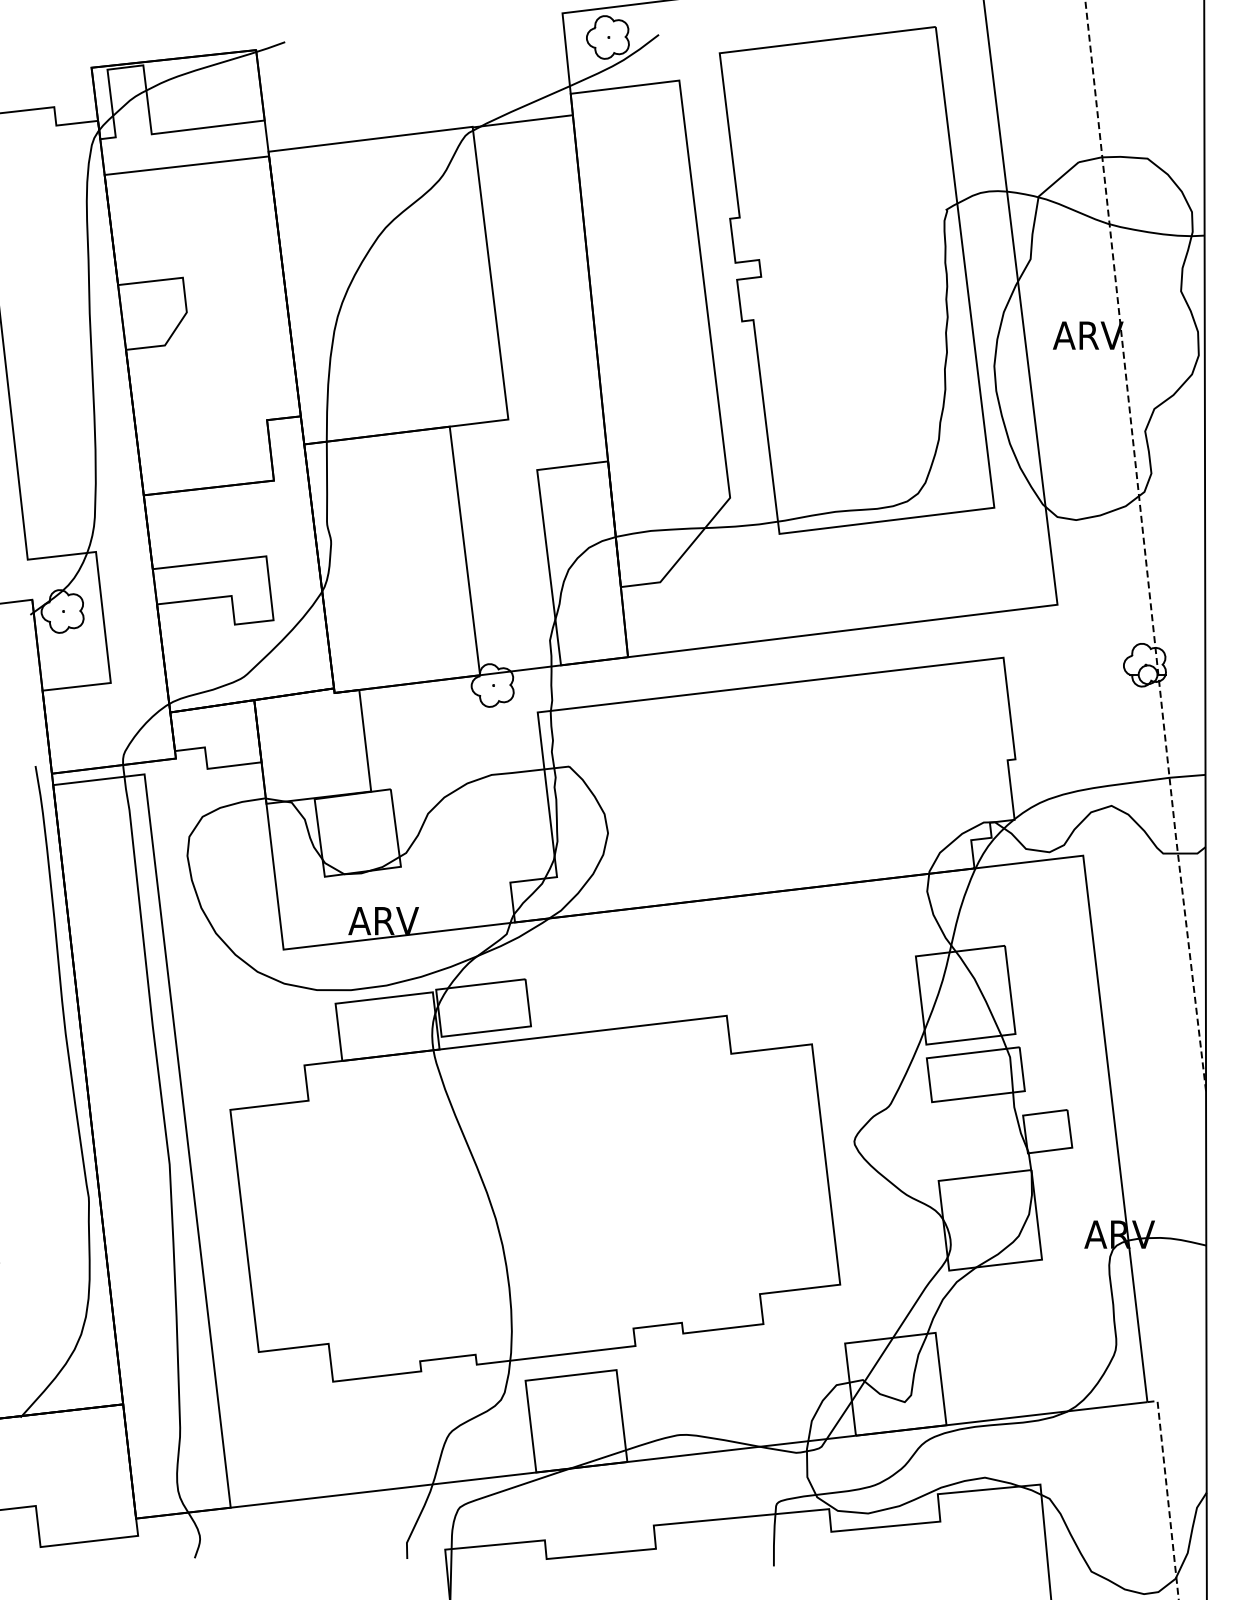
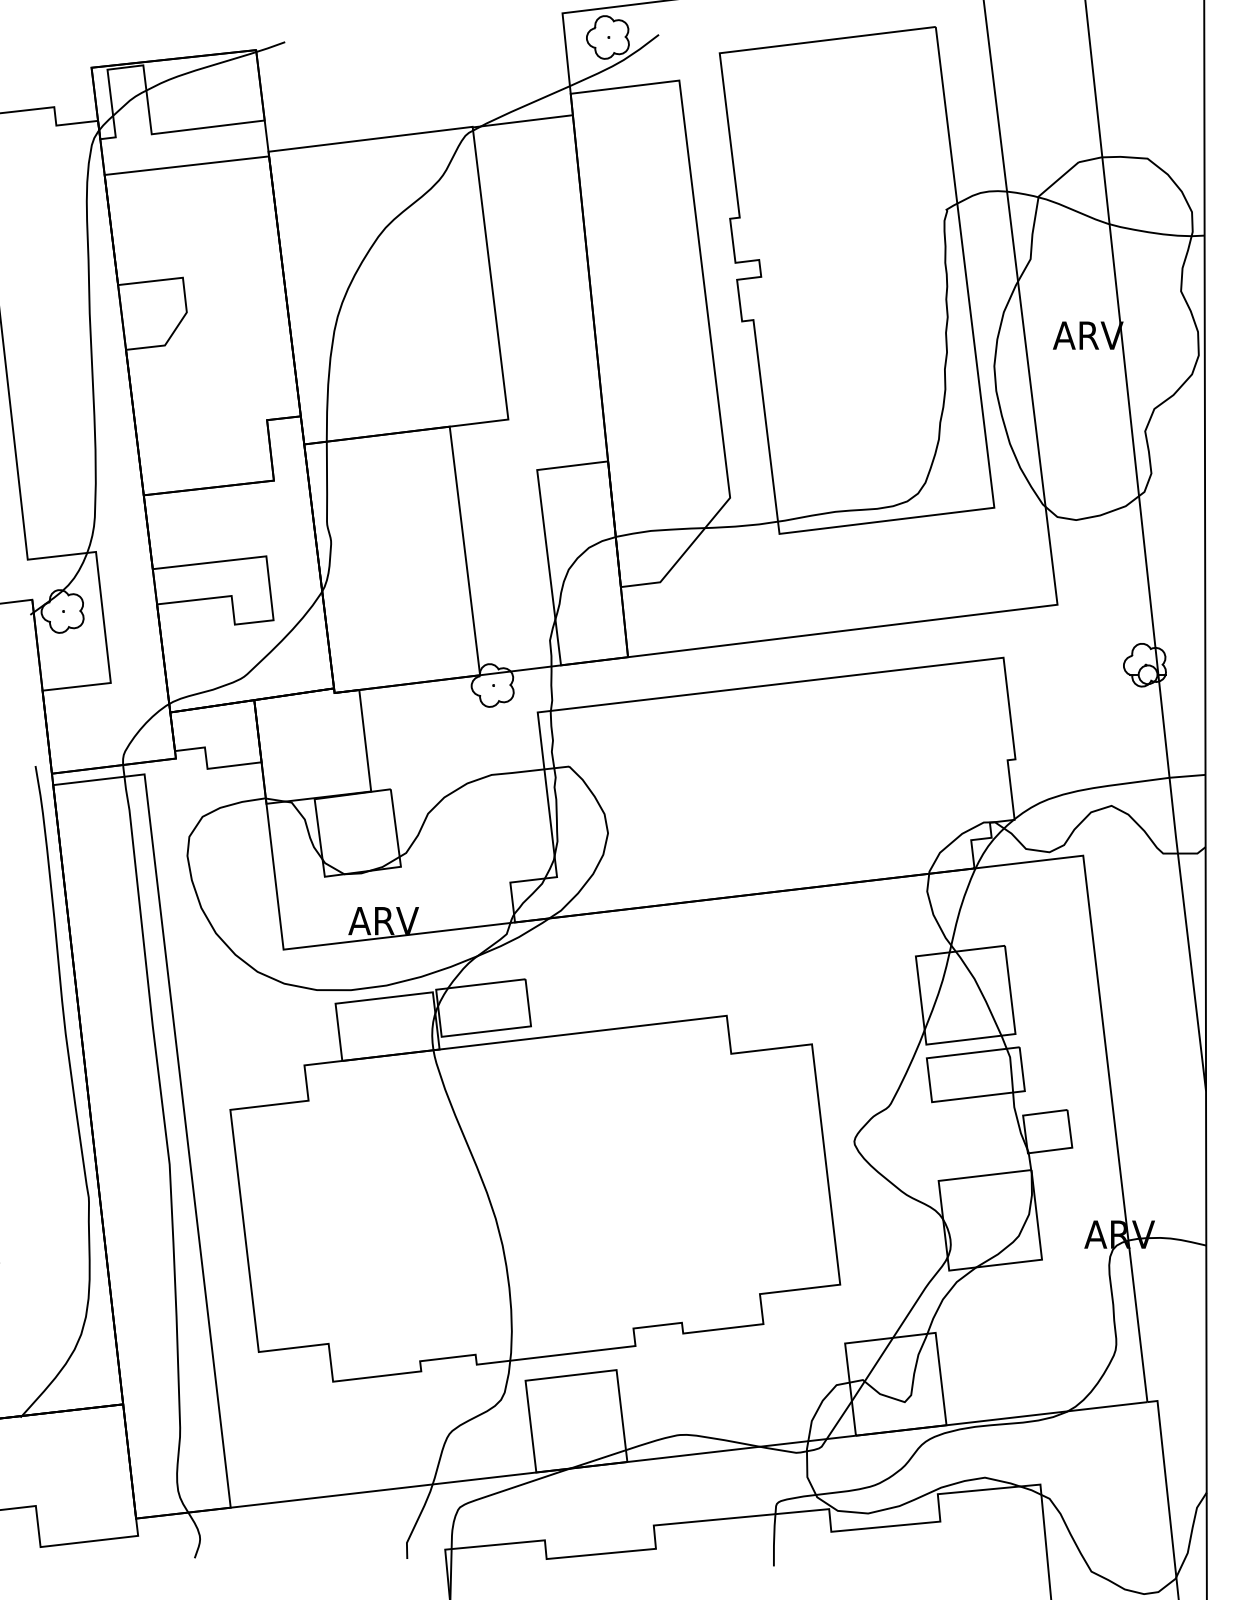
line at (1144, 545): dashed -> solid
line at (1167, 1494): dashed -> solid
